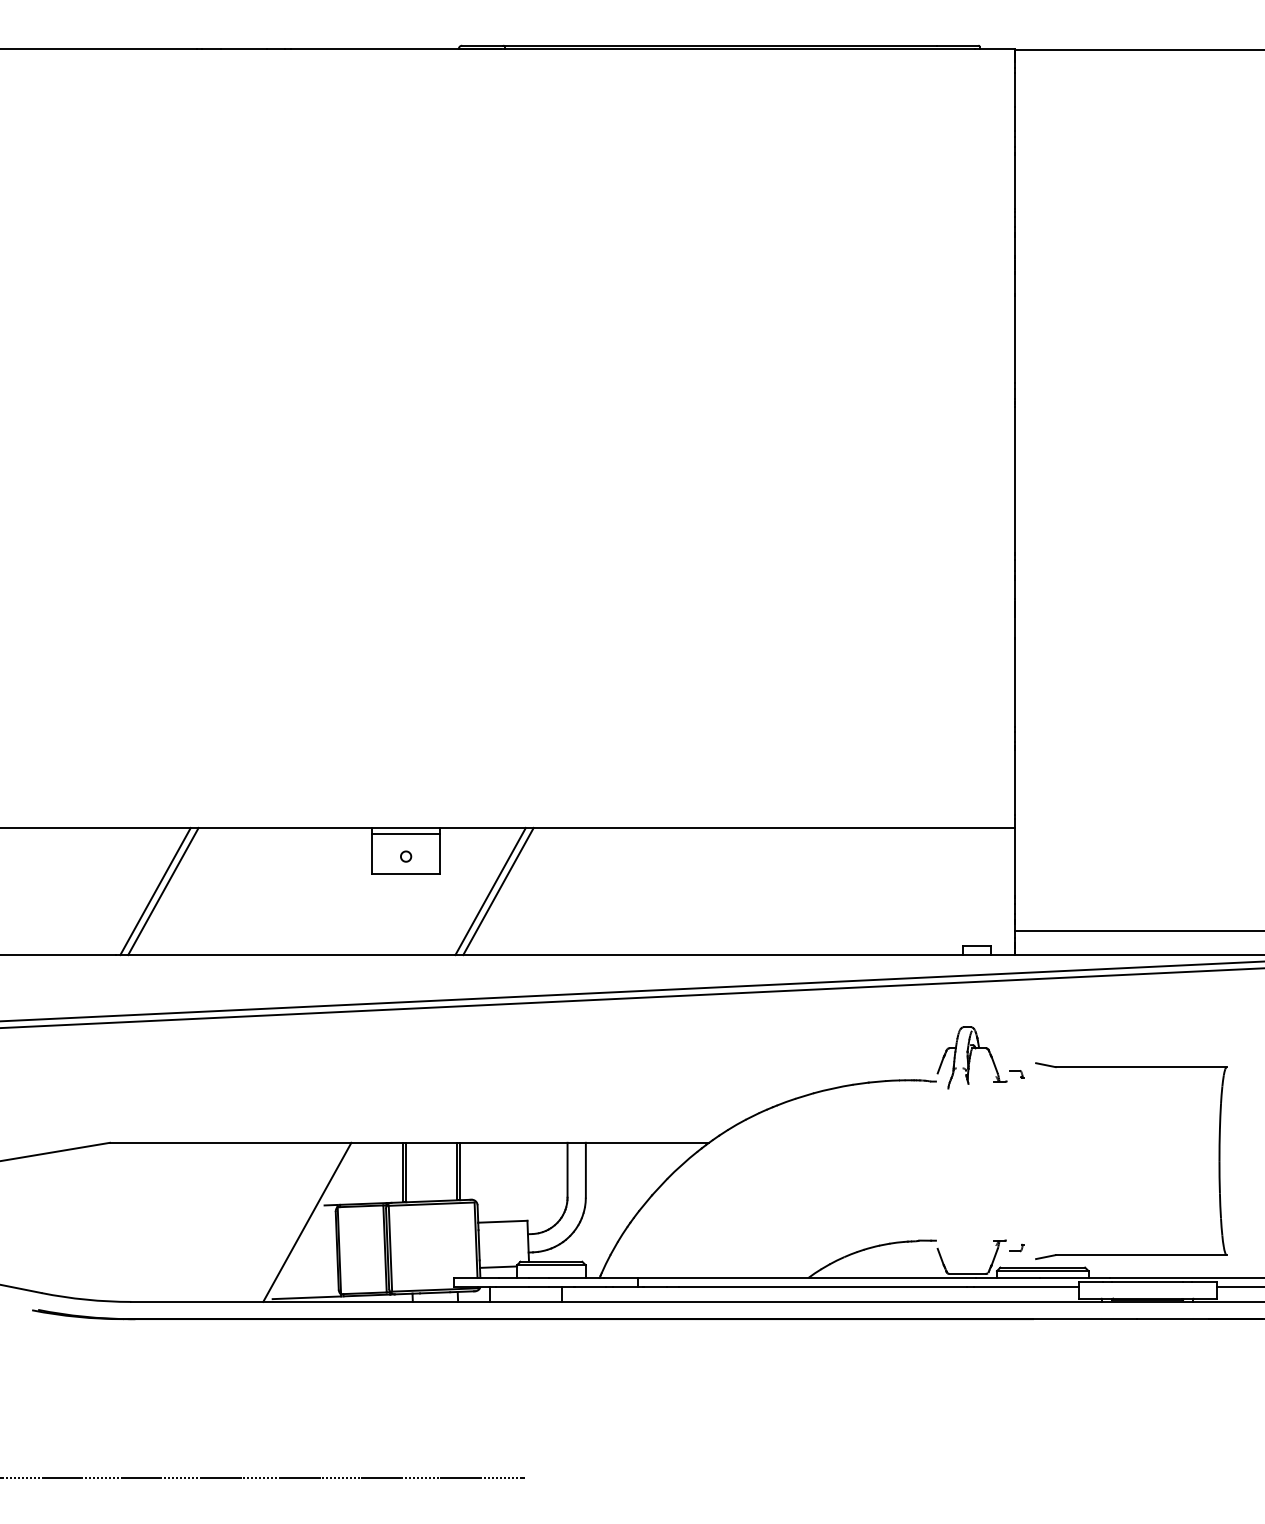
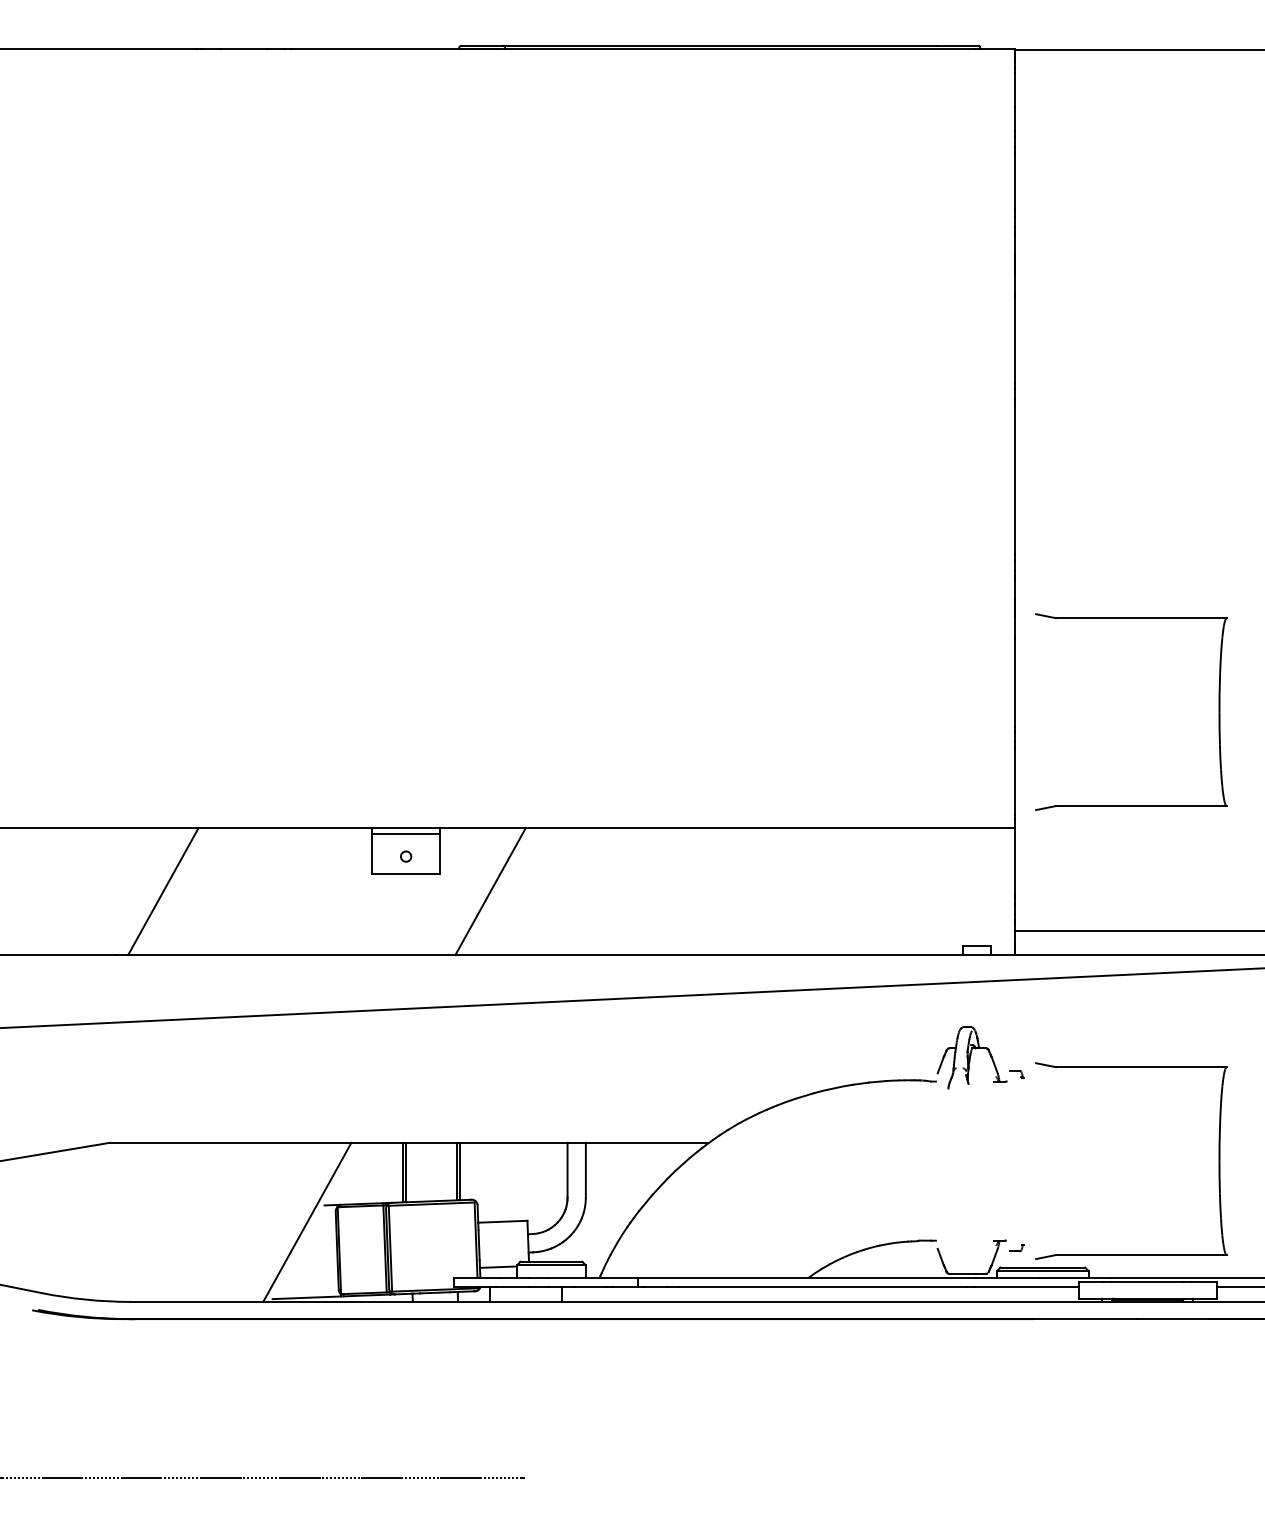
part at (1218, 711): none -> present
line at (155, 891): present -> none
line at (498, 891): present -> none
line at (631, 991): present -> none
